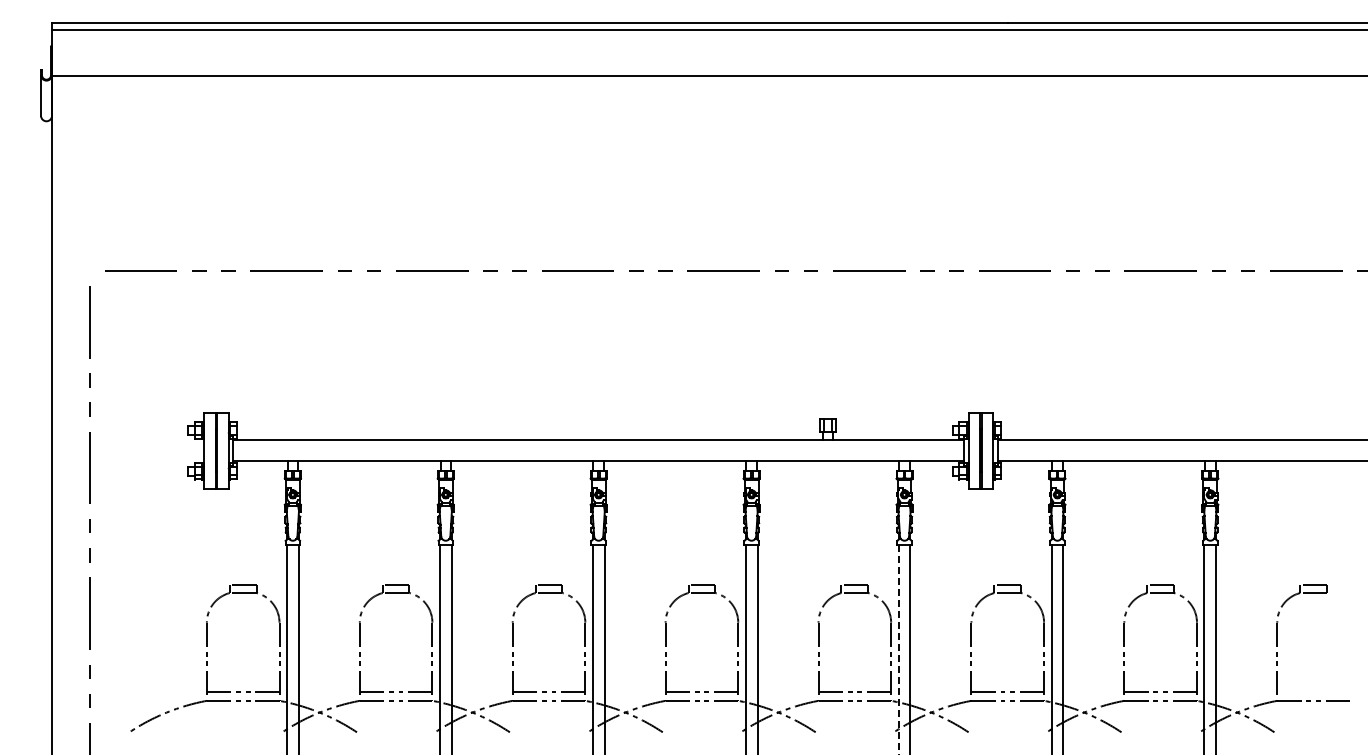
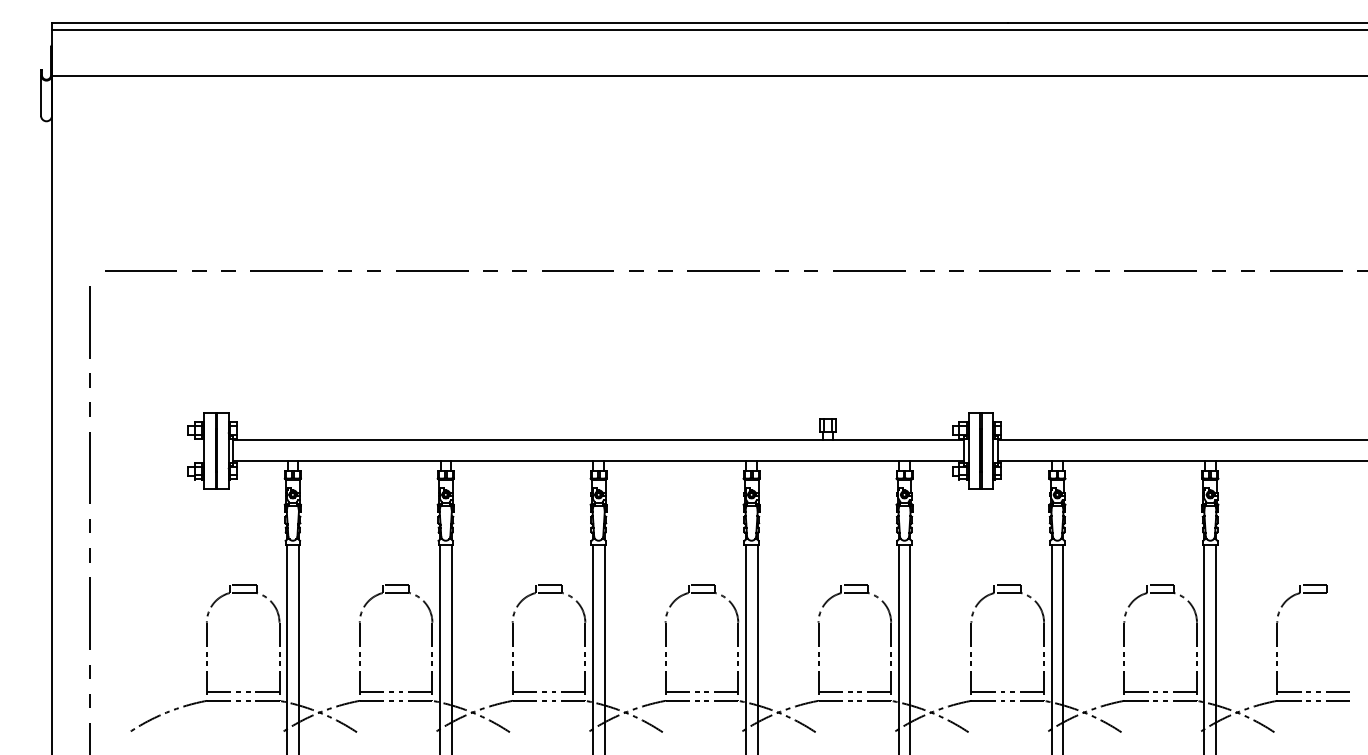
line at (898, 649): dashed -> solid
line at (1313, 691): none -> present
